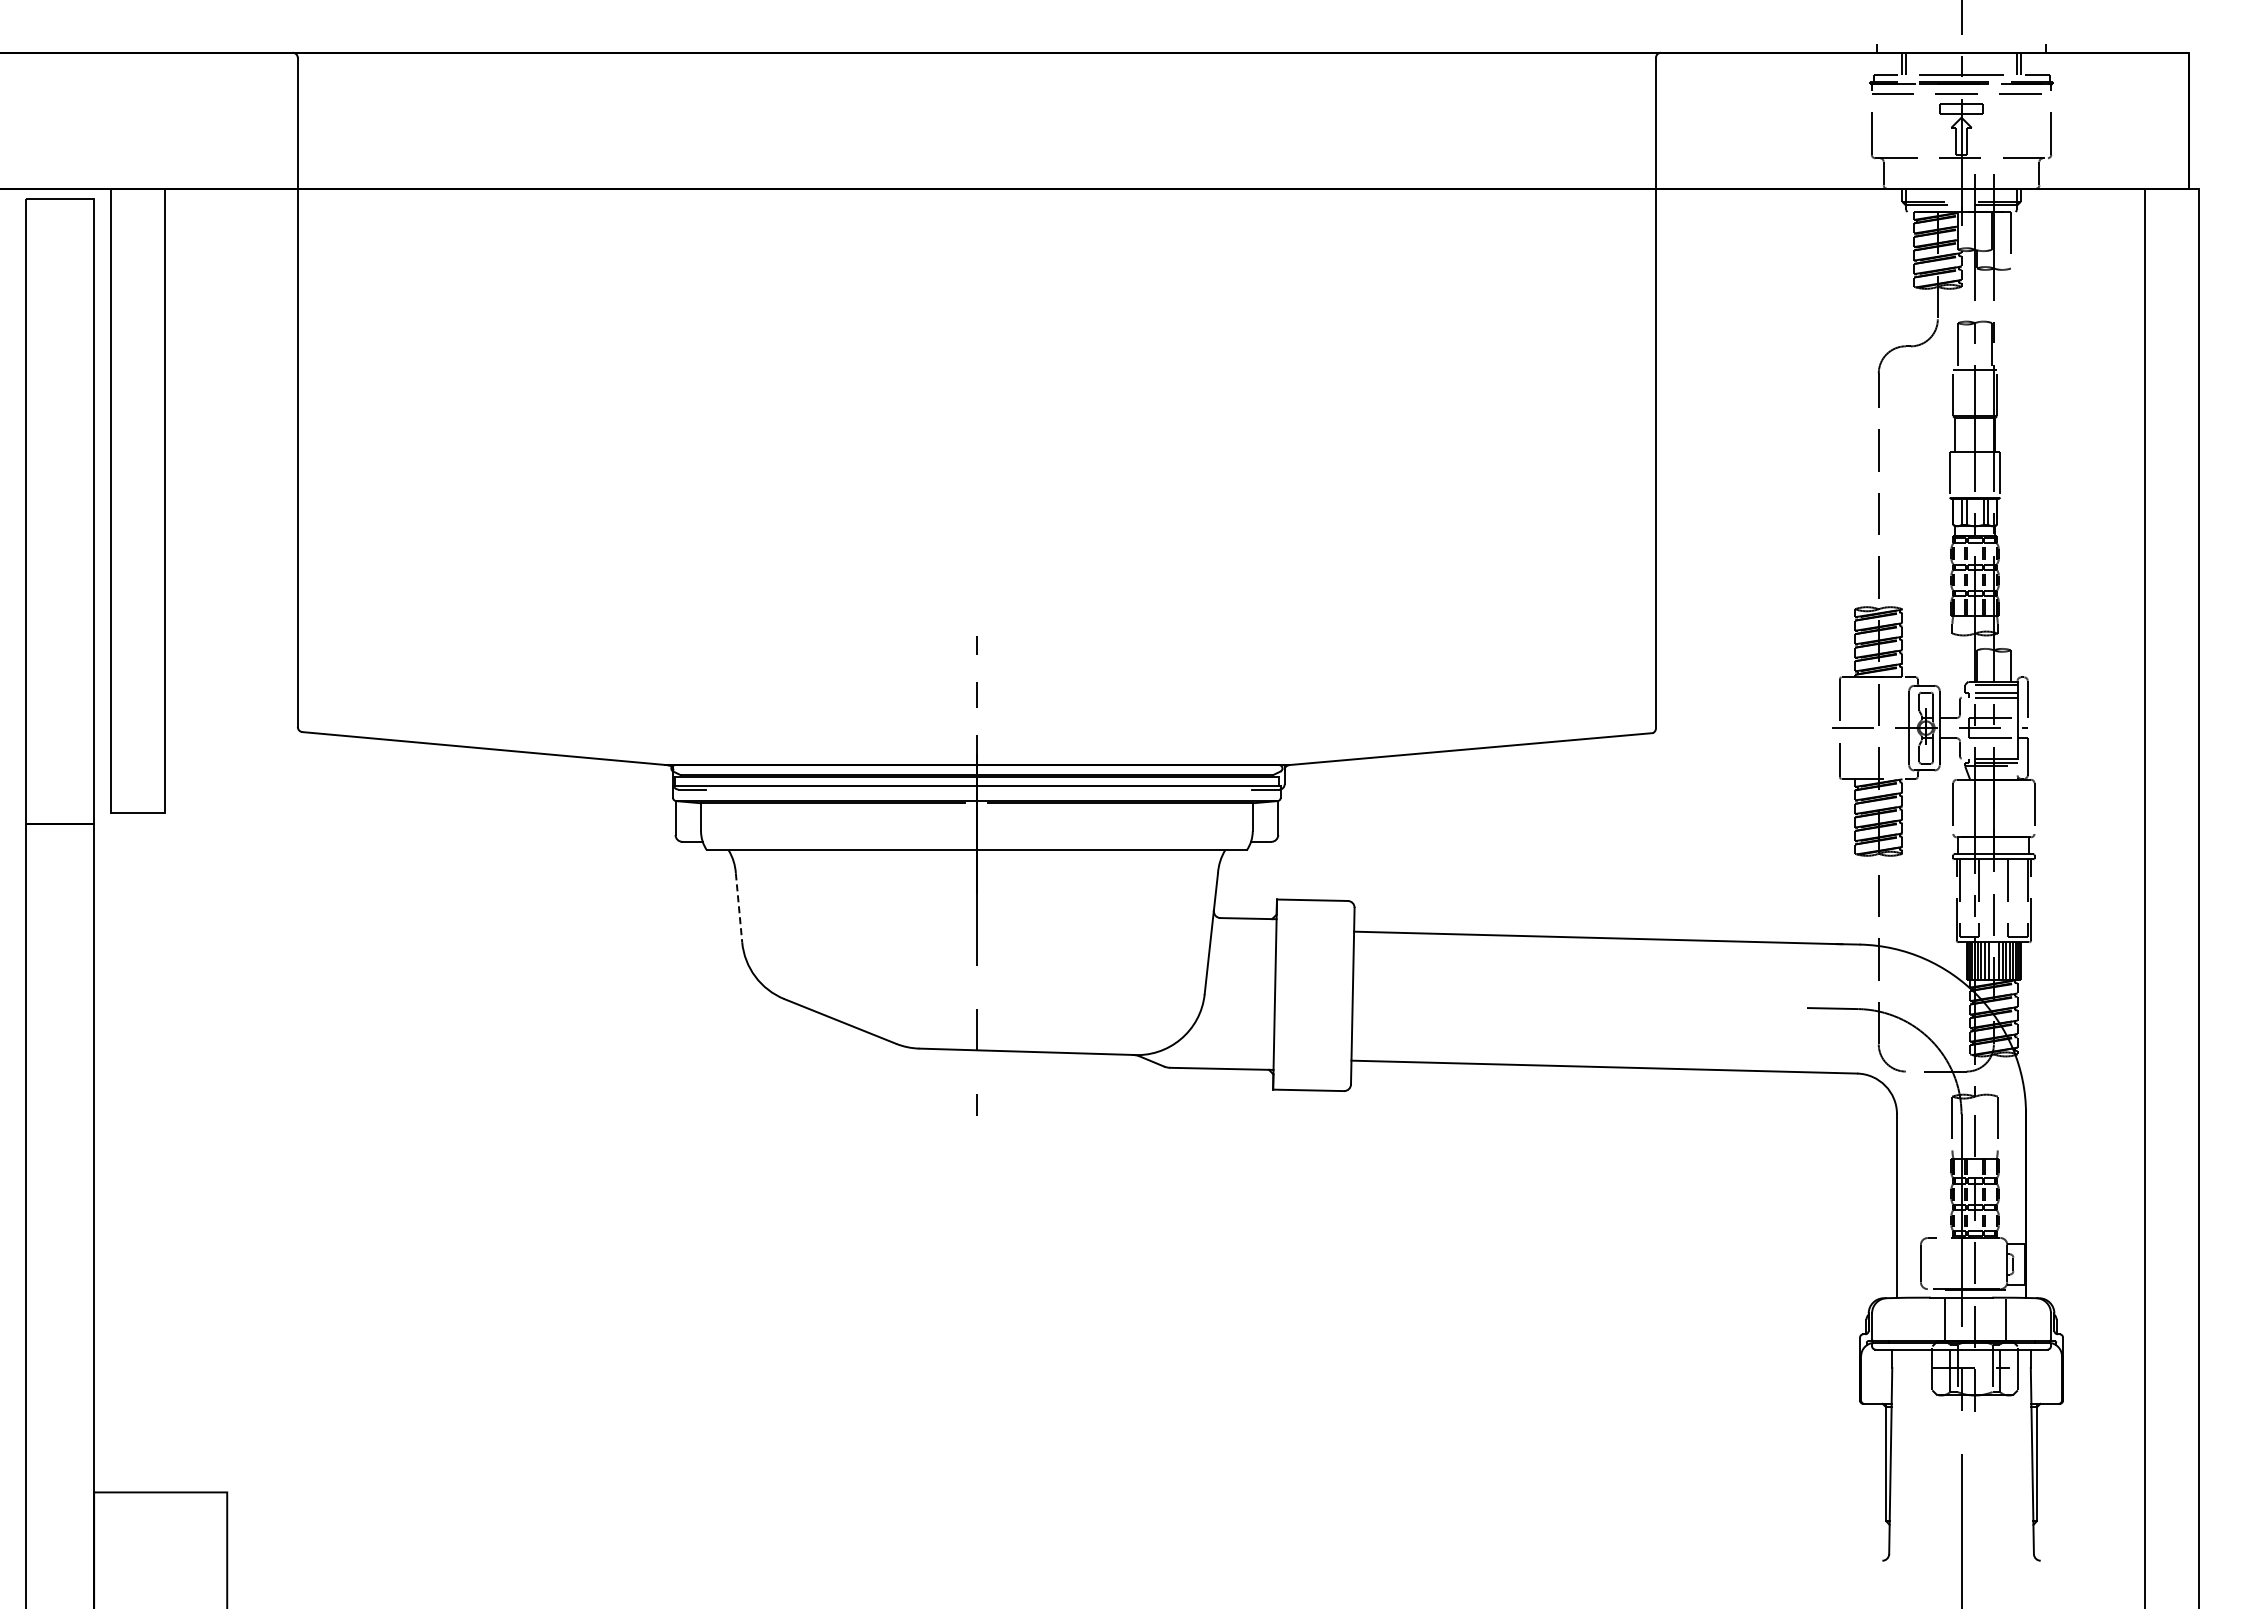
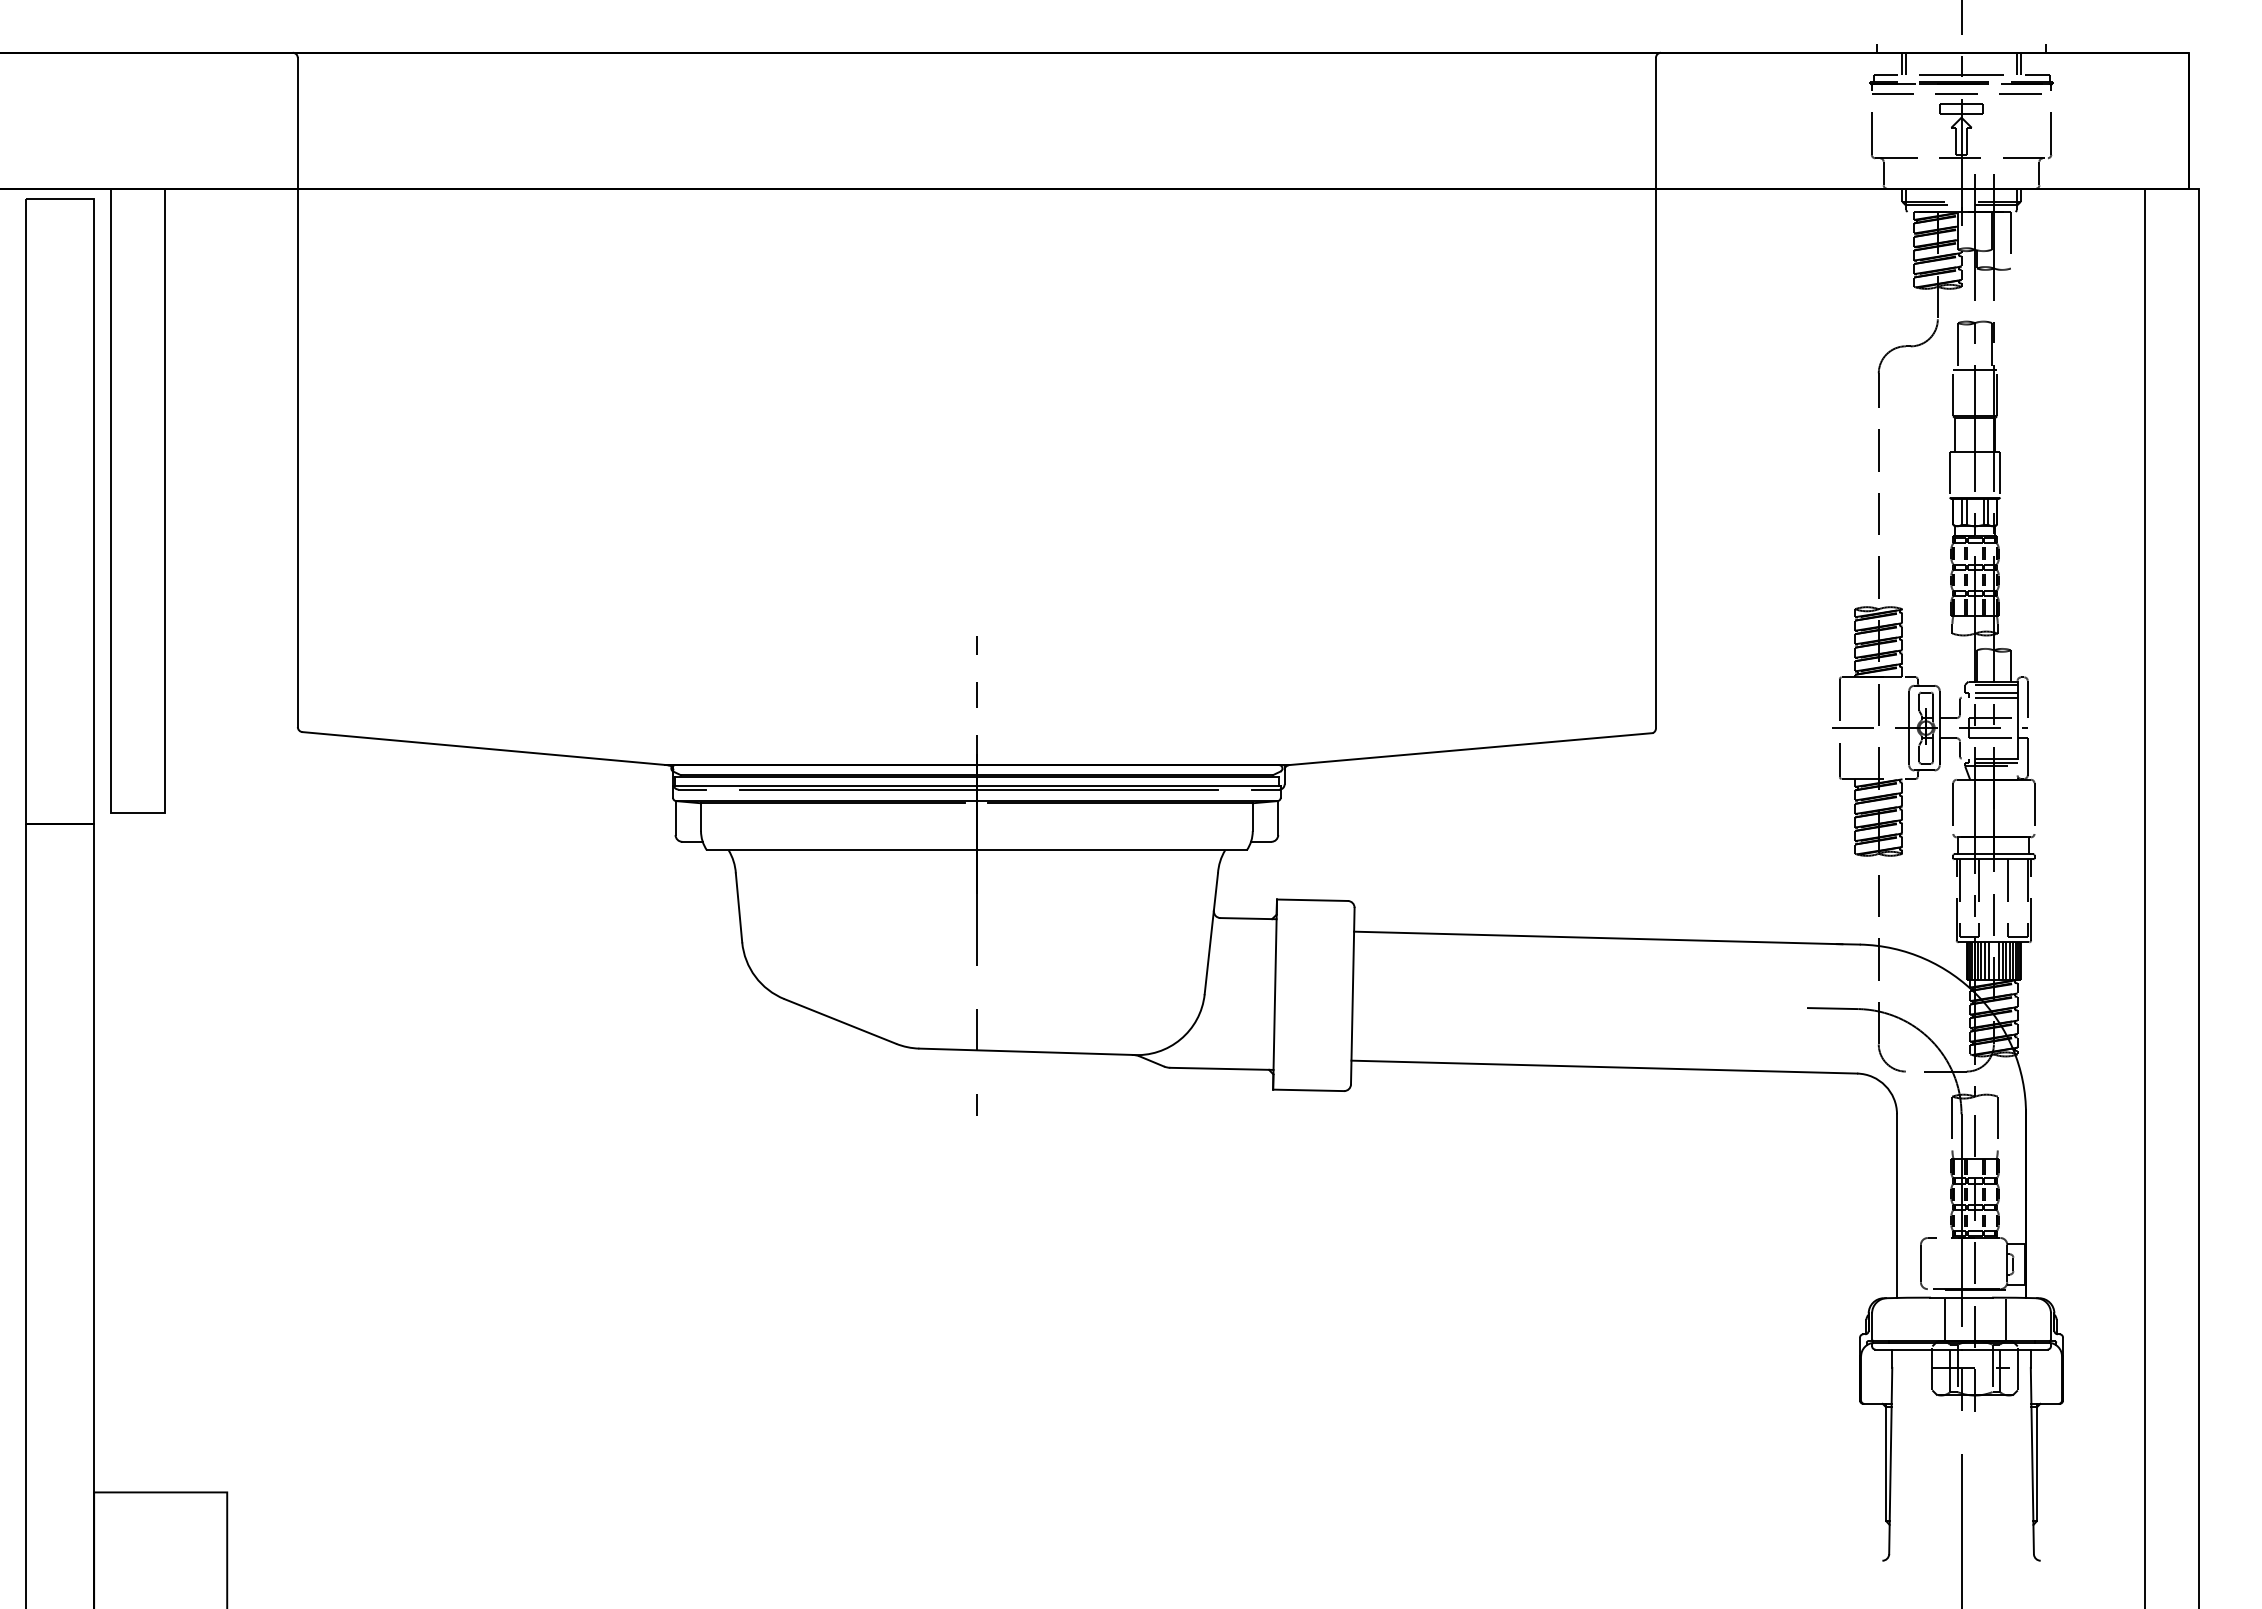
line at (978, 789): none -> present
line at (739, 907): dashed -> solid
